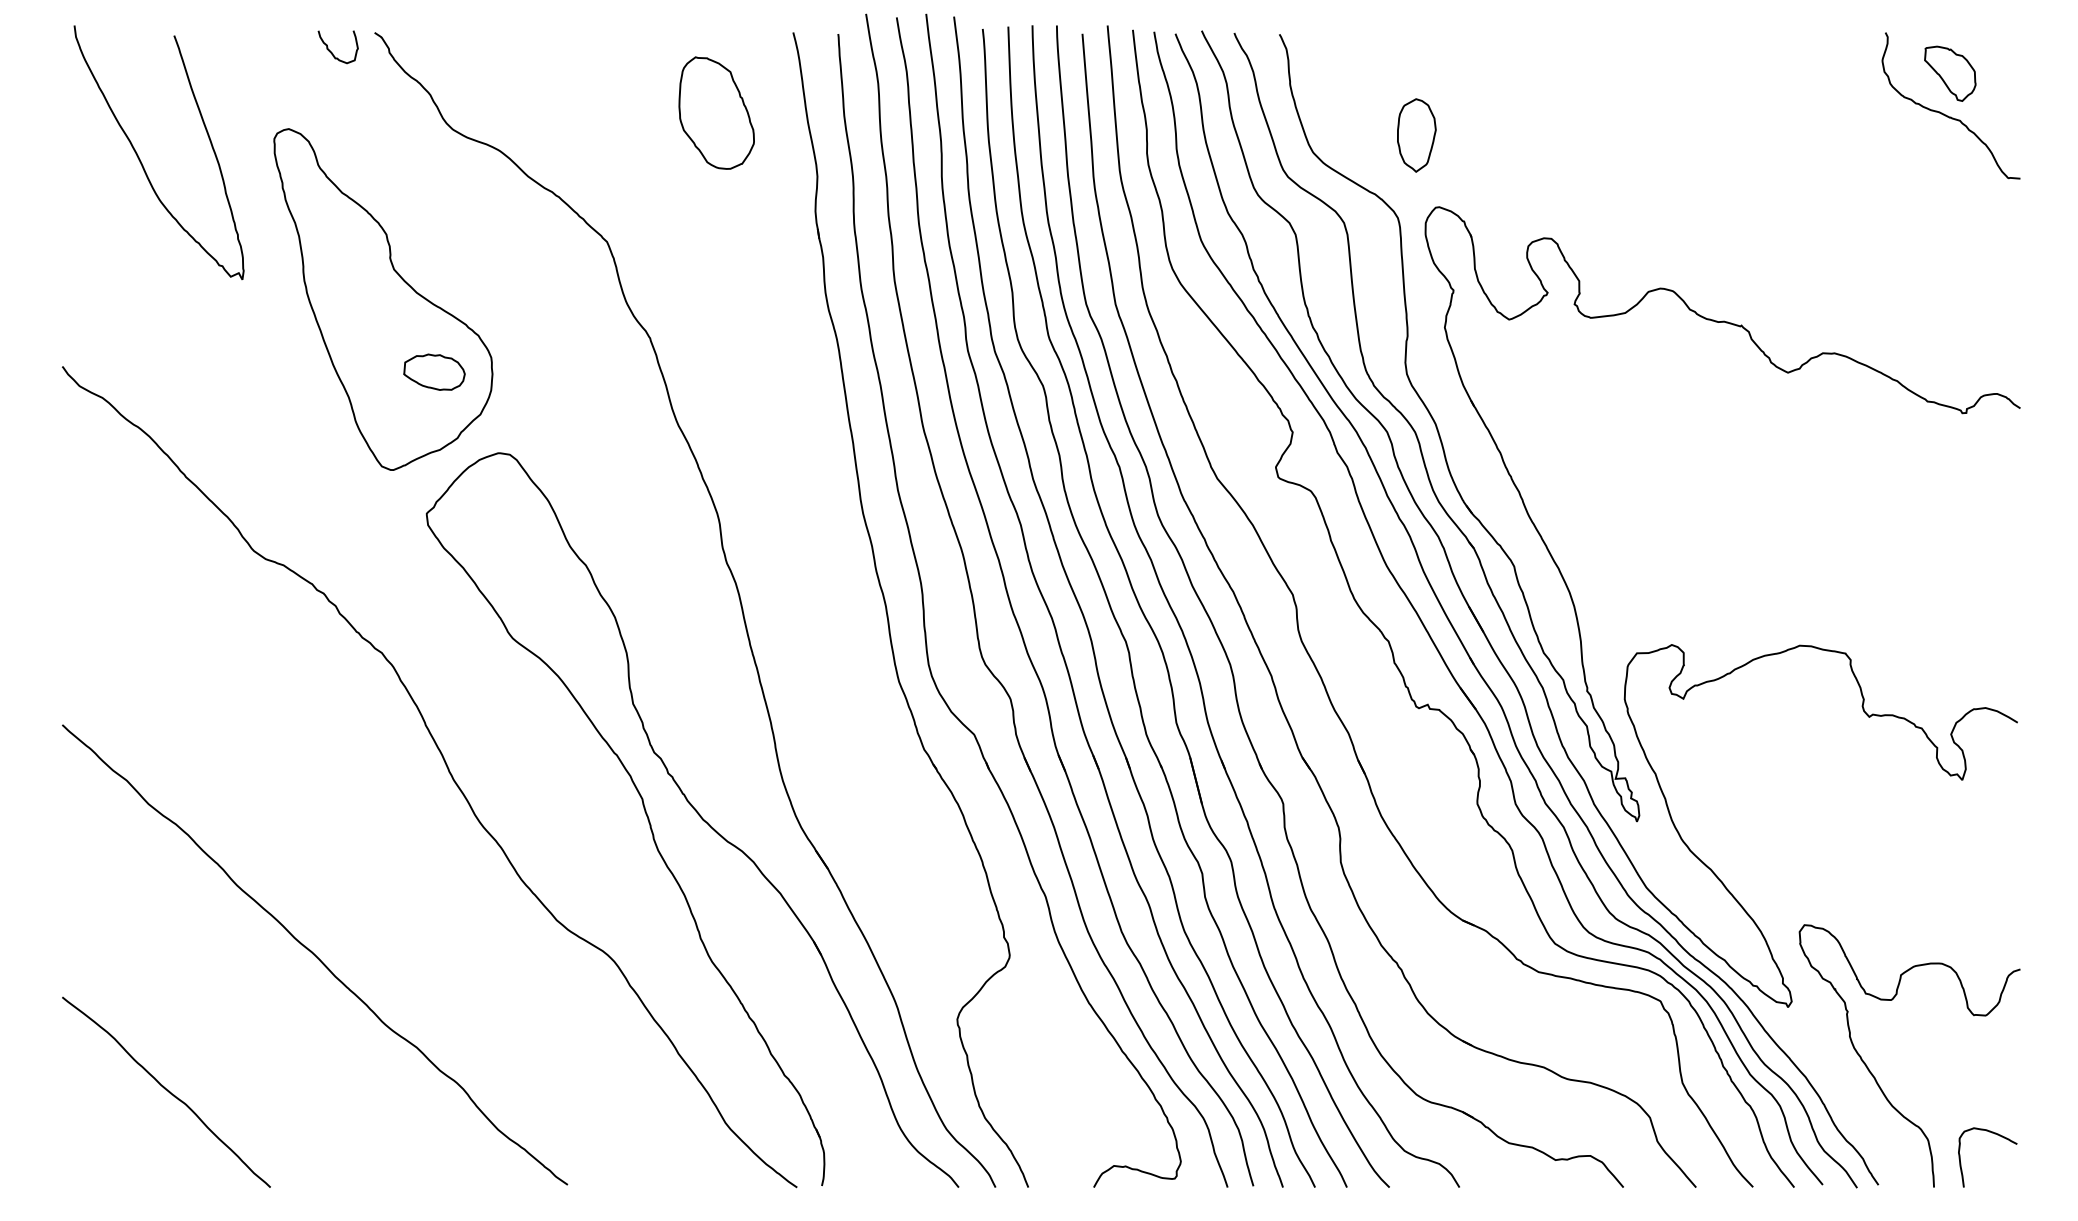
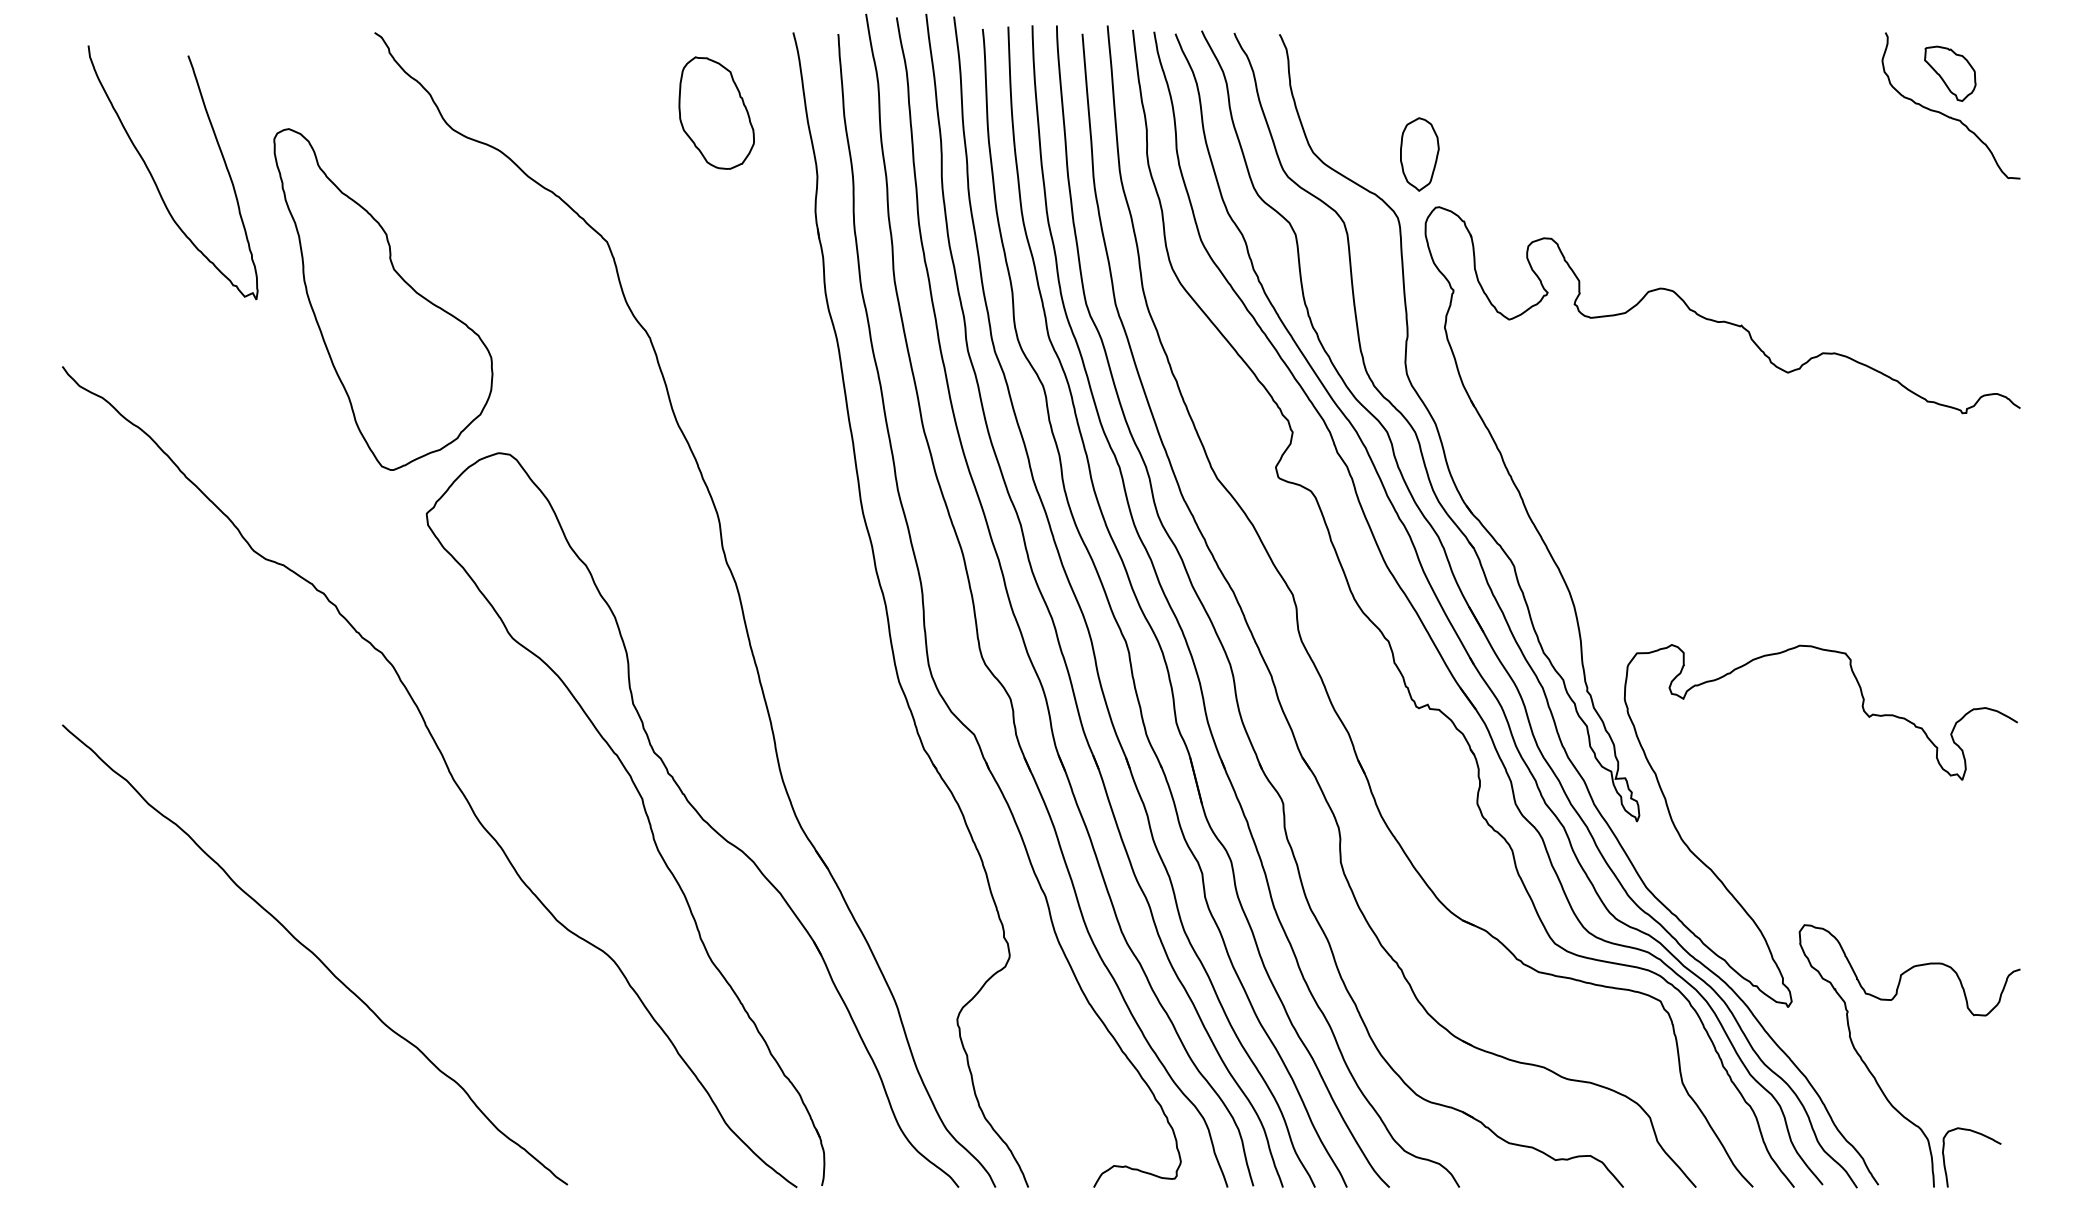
curve at (332, 52): present -> none
part at (1416, 135) position: (1416, 135) -> (1419, 154)
curve at (141, 161) position: (141, 161) -> (155, 181)
part at (434, 371): present -> none
curve at (166, 1090): present -> none
curve at (1994, 1134) position: (1994, 1134) -> (1978, 1134)
